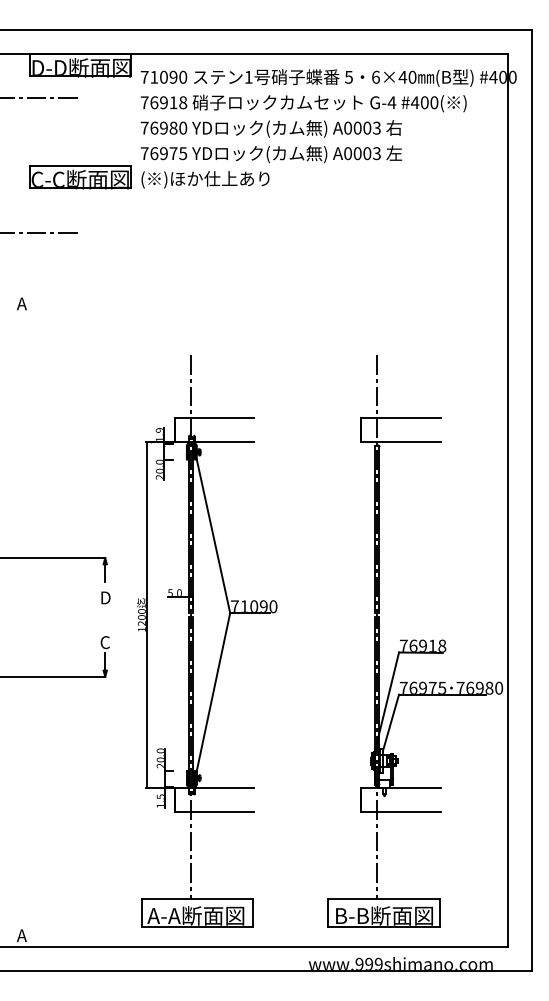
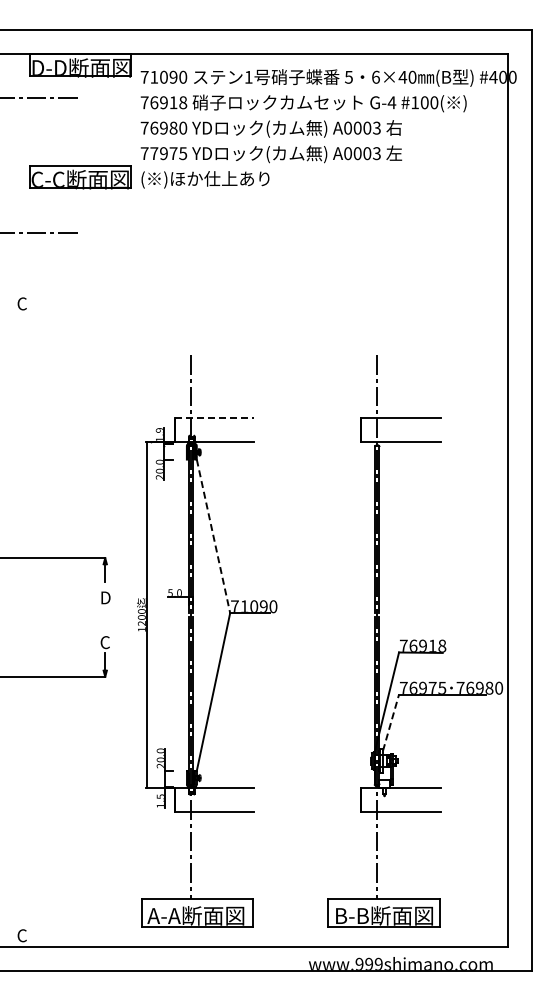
text at (414, 102): #400( -> #100(
text at (154, 153): 76975 -> 77975
text at (21, 303): A -> C
line at (214, 418): solid -> dashed
line at (213, 536): solid -> dashed
line at (391, 722): solid -> dashed
text at (21, 935): A -> C
